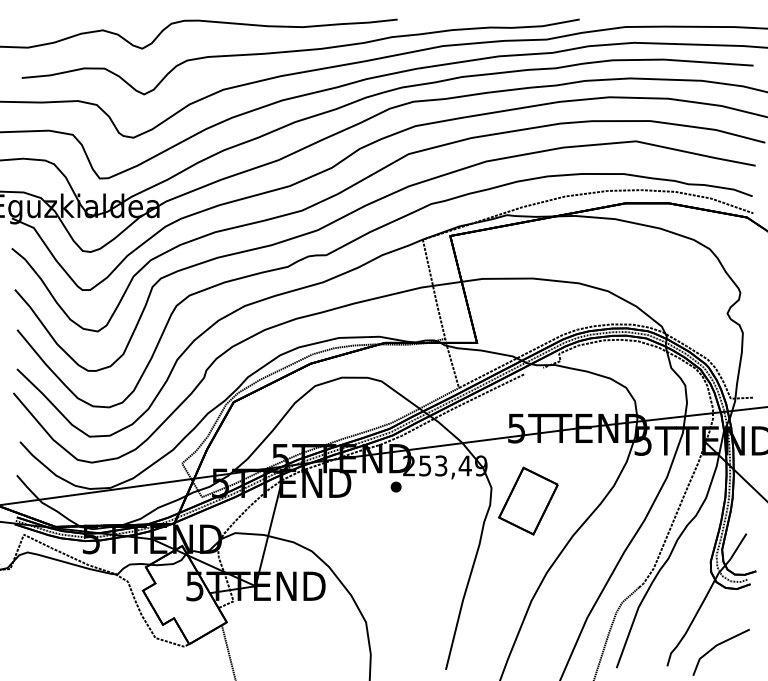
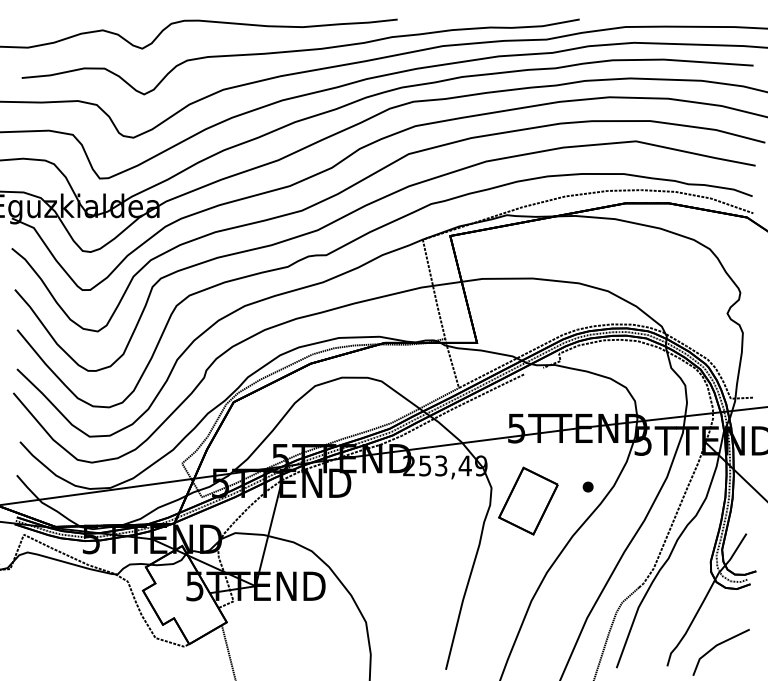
part at (395, 486) position: (395, 486) -> (587, 486)
